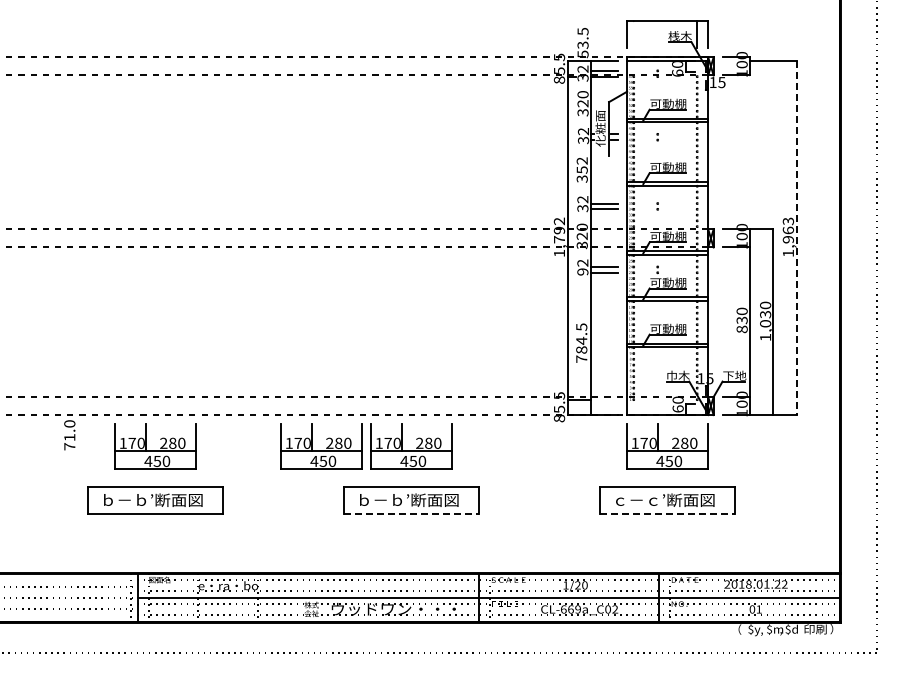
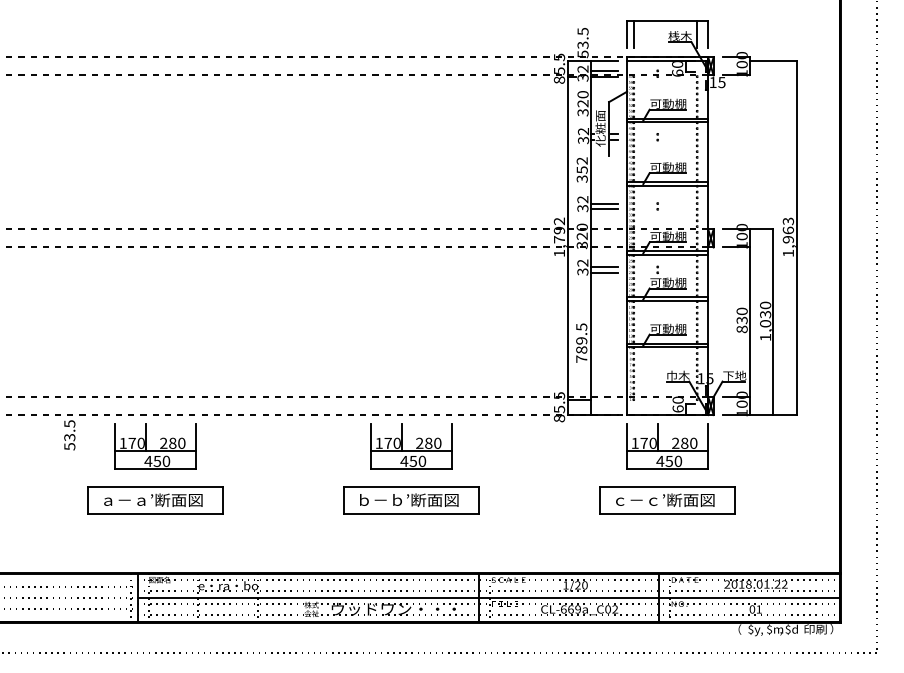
line at (633, 34): none -> present
line at (796, 238): dashed -> solid
text at (582, 271): 92 -> 32
text at (581, 340): 784.5 -> 789.5
text at (69, 435): 71.0 -> 53.5
part at (321, 446): present -> none
text at (125, 499): ｂ－ｂ’断面図 -> ａ－ａ’断面図
line at (411, 514): dashed -> solid
line at (667, 514): dashed -> solid
